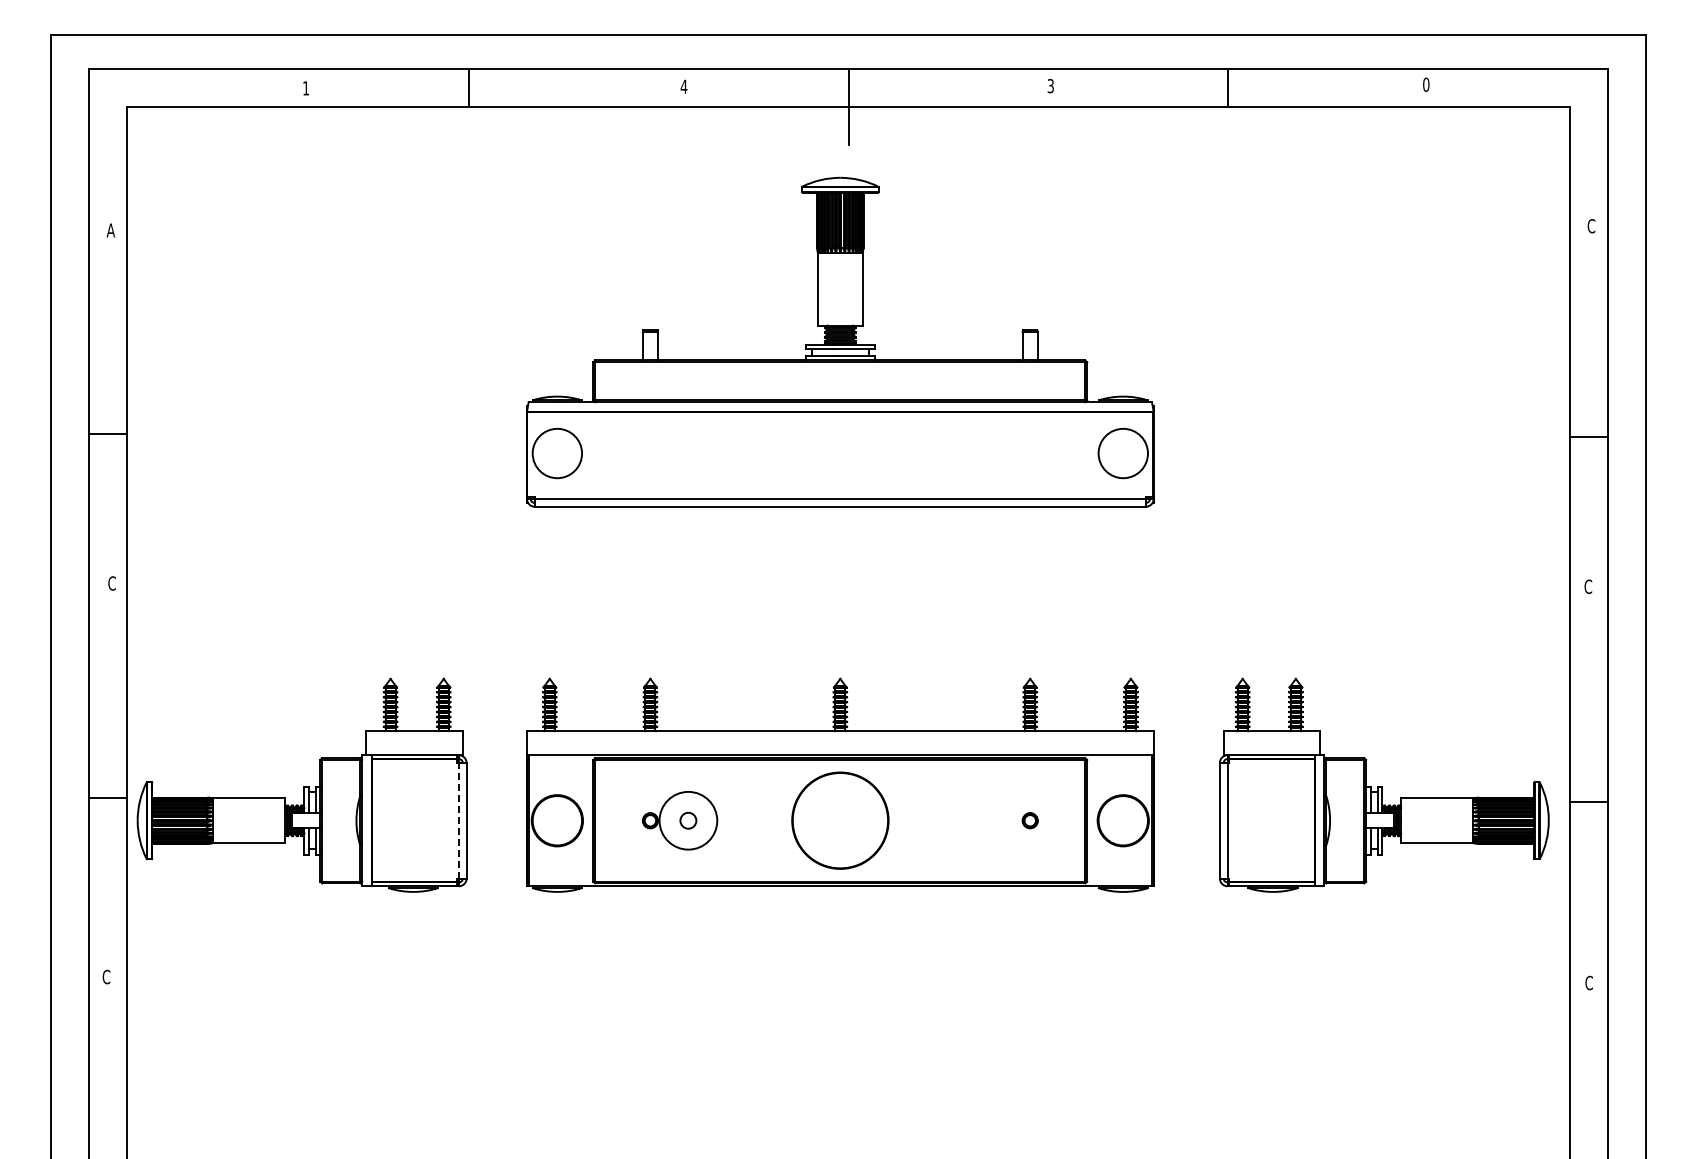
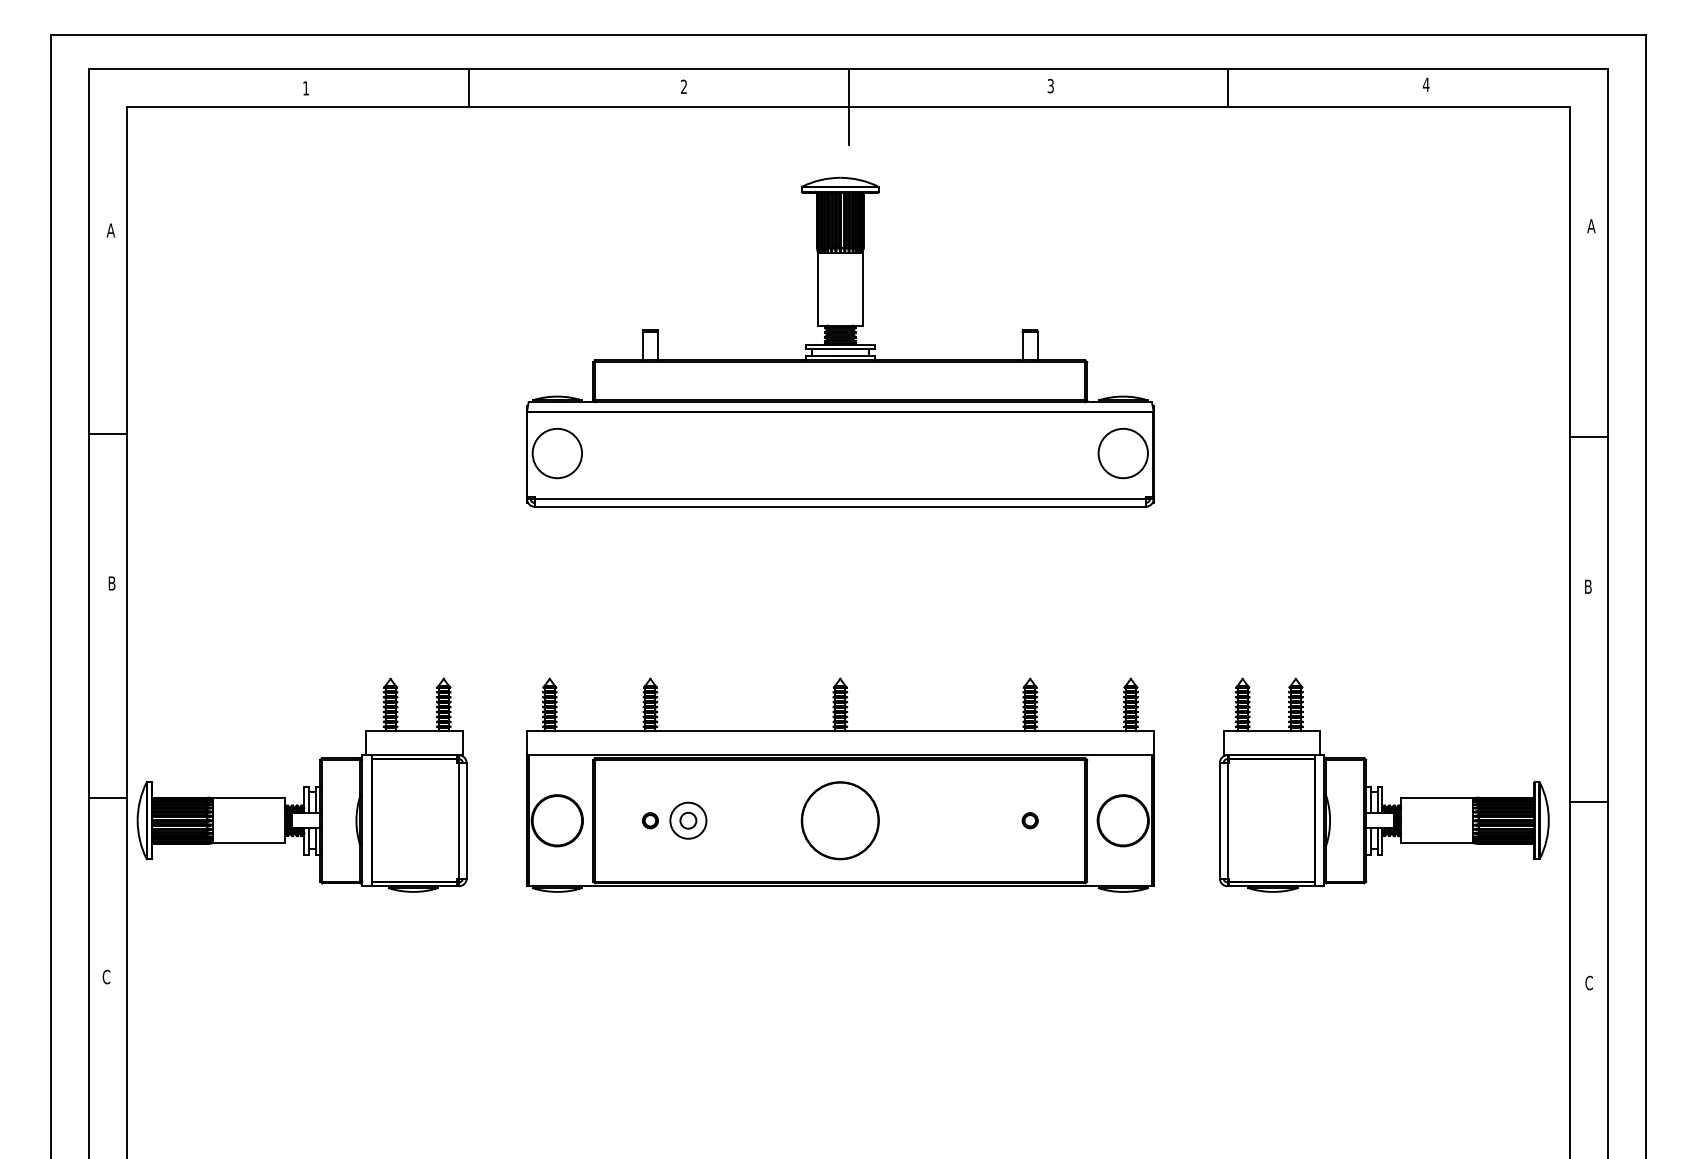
text at (1425, 84): 0 -> 4
text at (683, 86): 4 -> 2
text at (1591, 226): C -> A
text at (111, 583): C -> B
text at (1588, 586): C -> B
line at (458, 820): dashed -> solid
circle at (688, 820) diameter: 58 px -> 36 px
circle at (840, 820) size: 99x99 px -> 80x80 px
